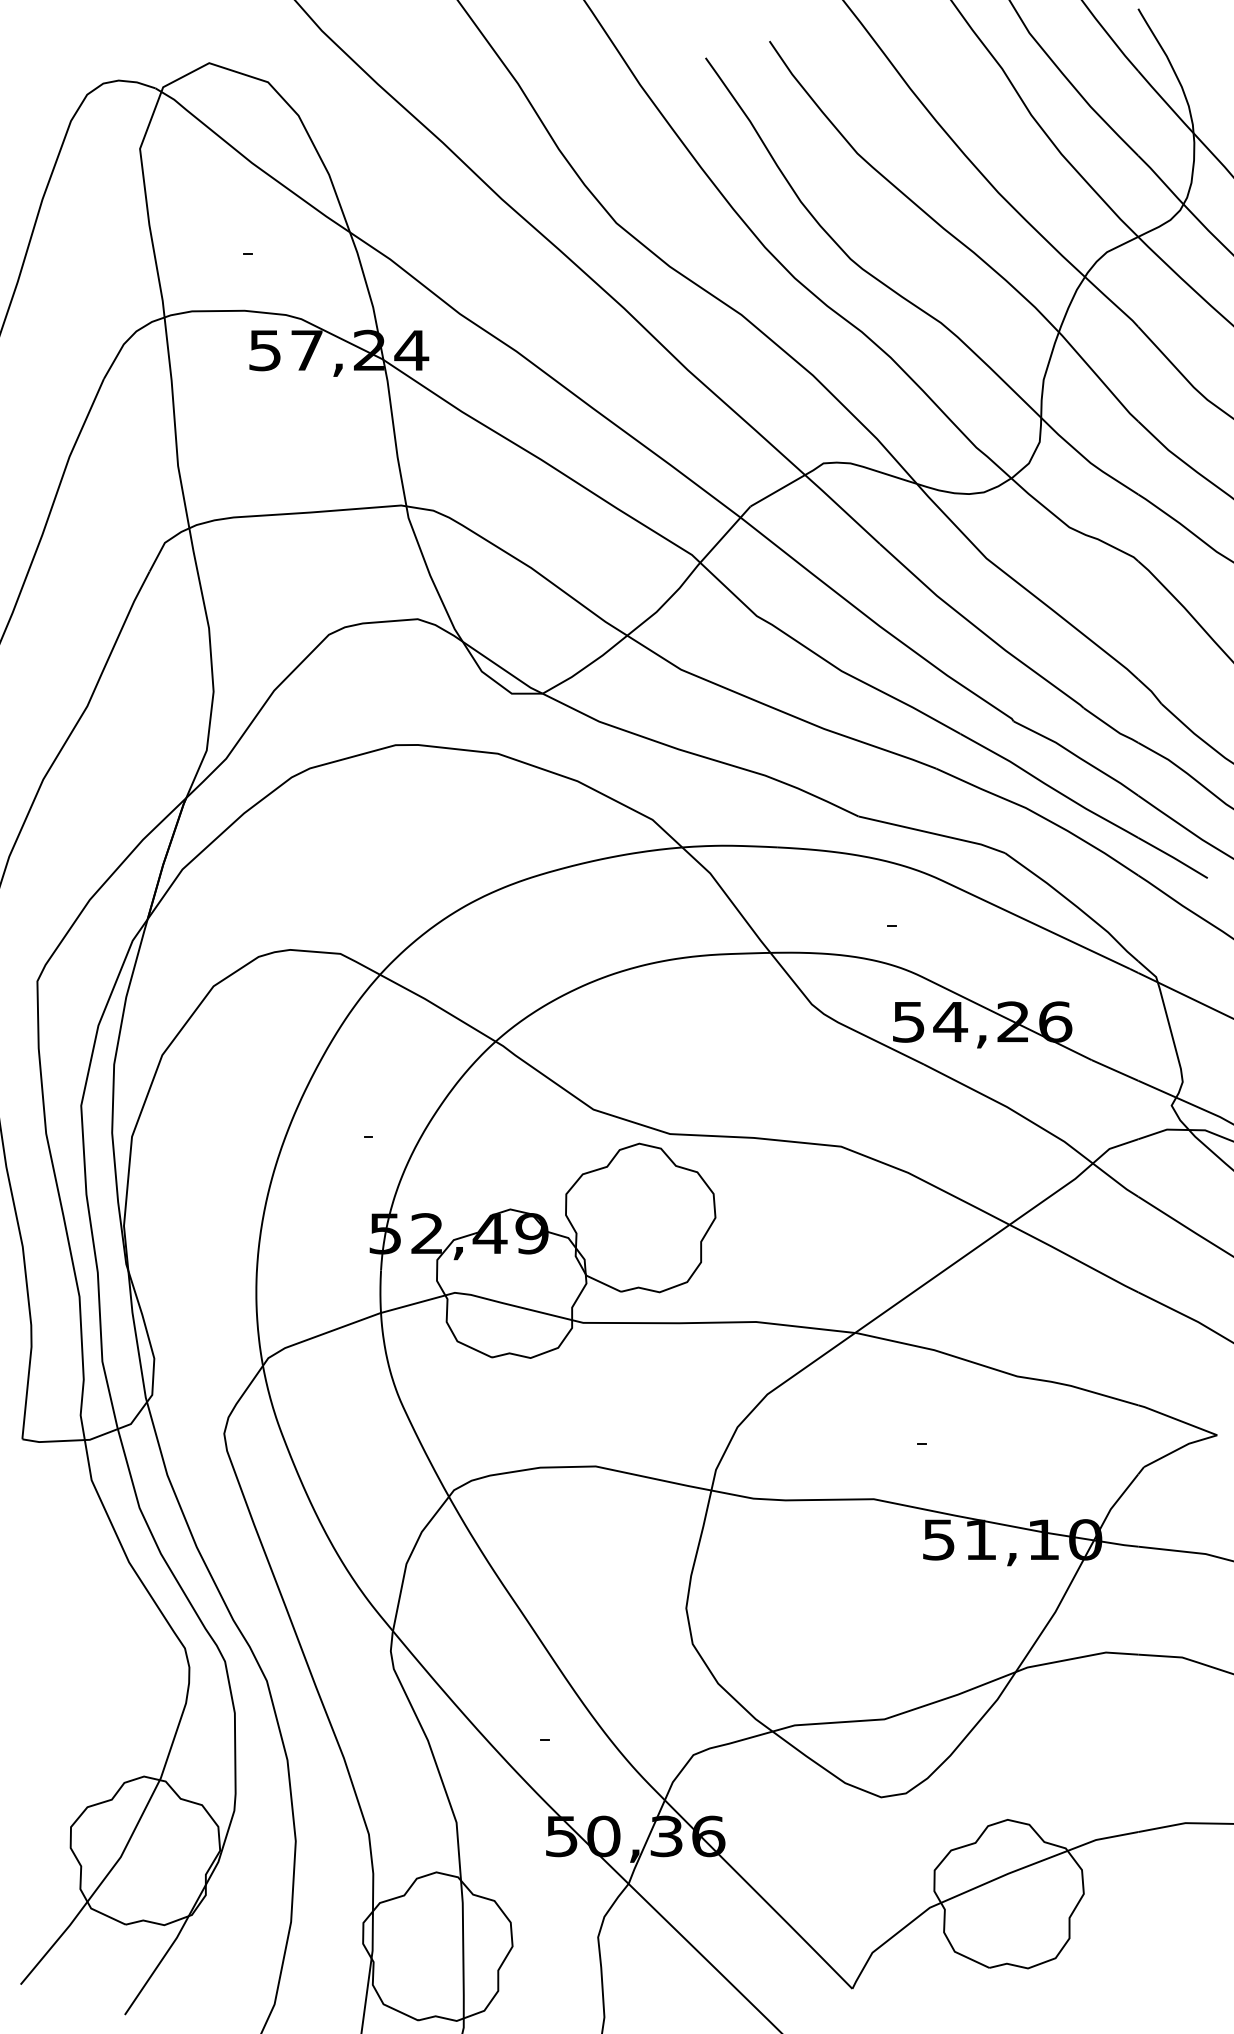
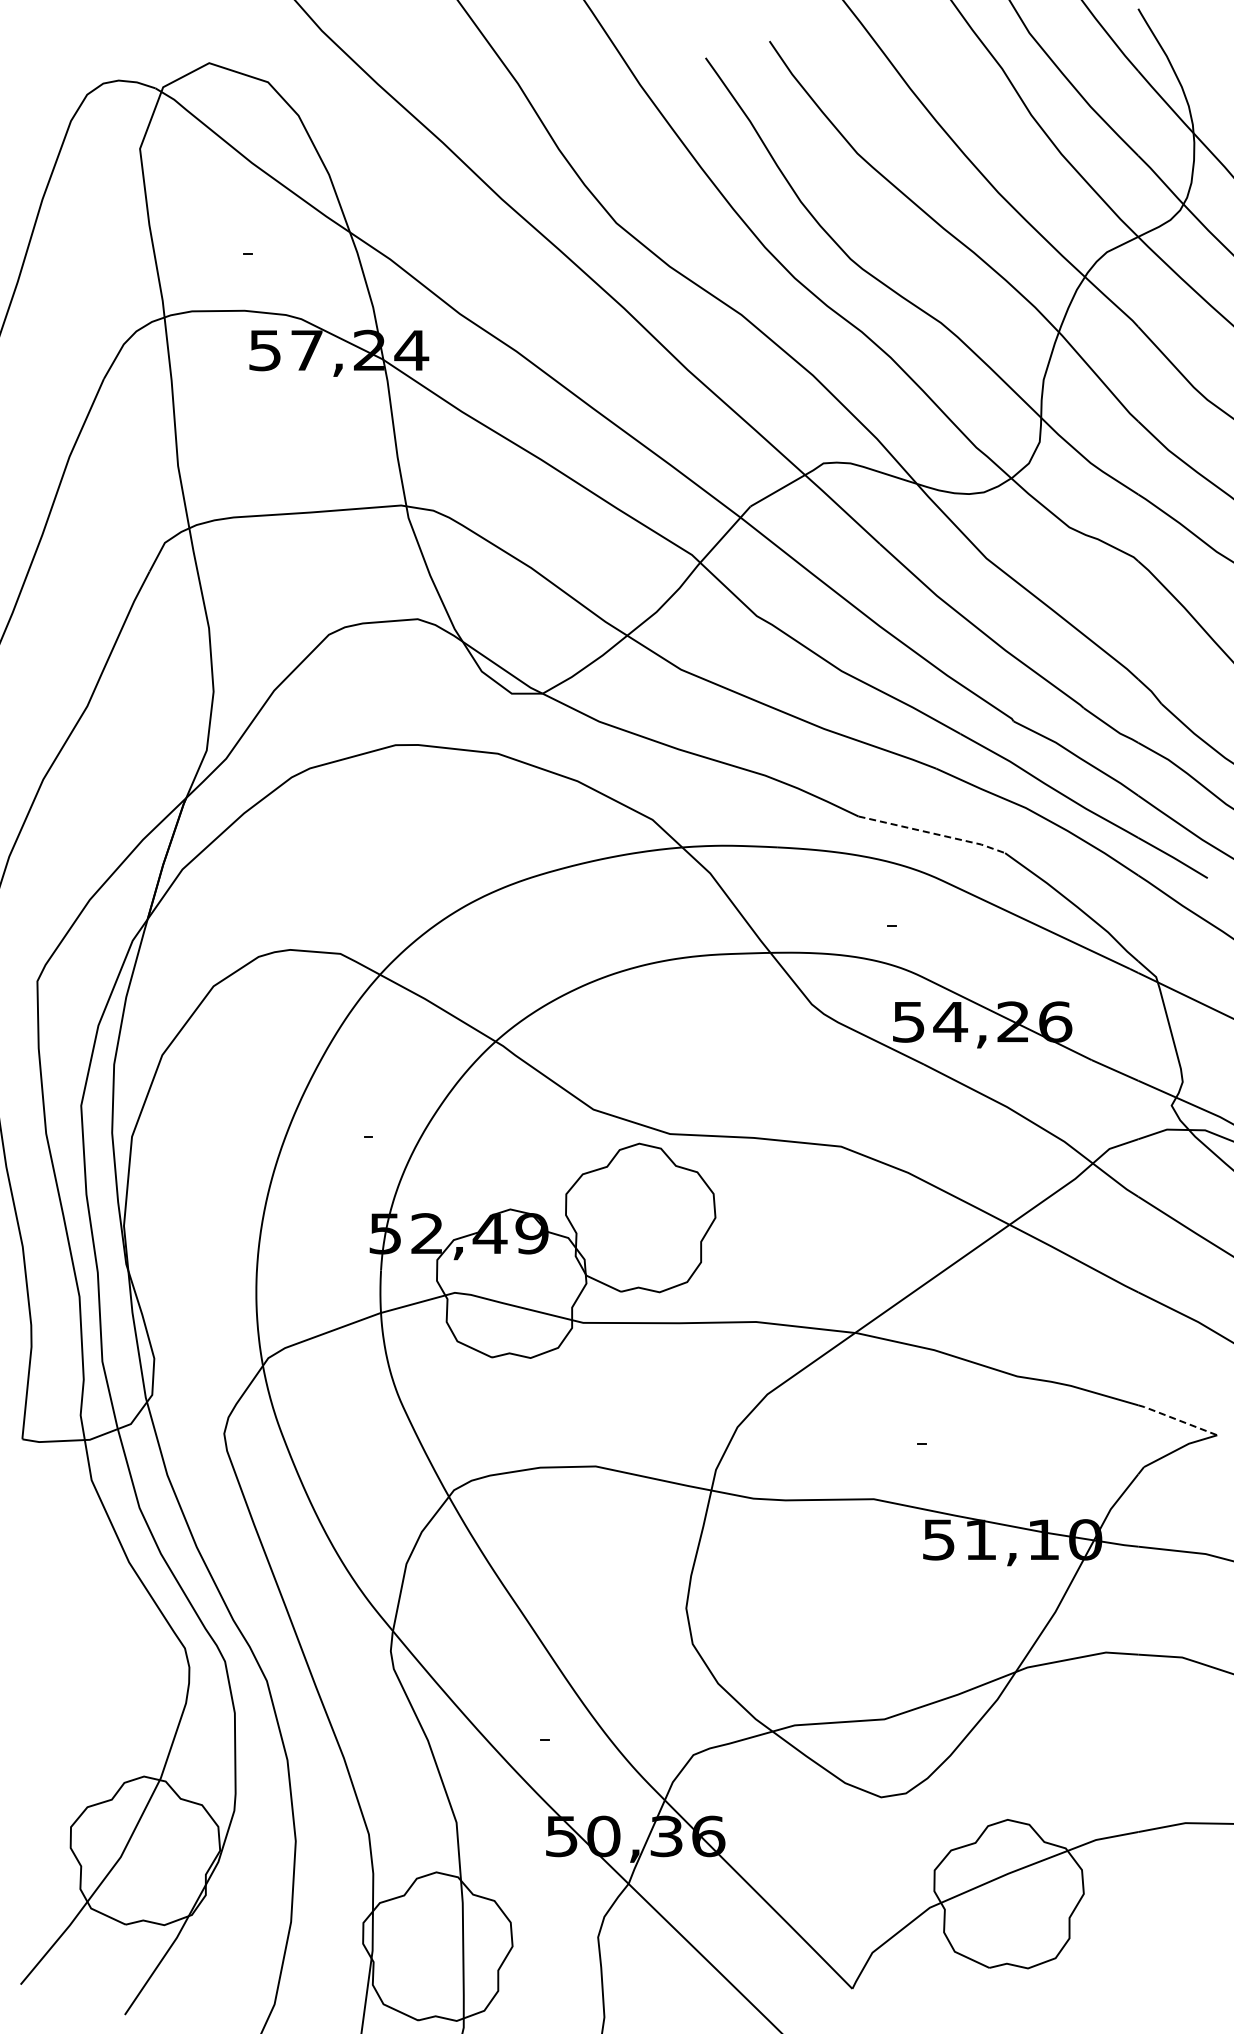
line at (933, 833): solid -> dashed
line at (1177, 1419): solid -> dashed
